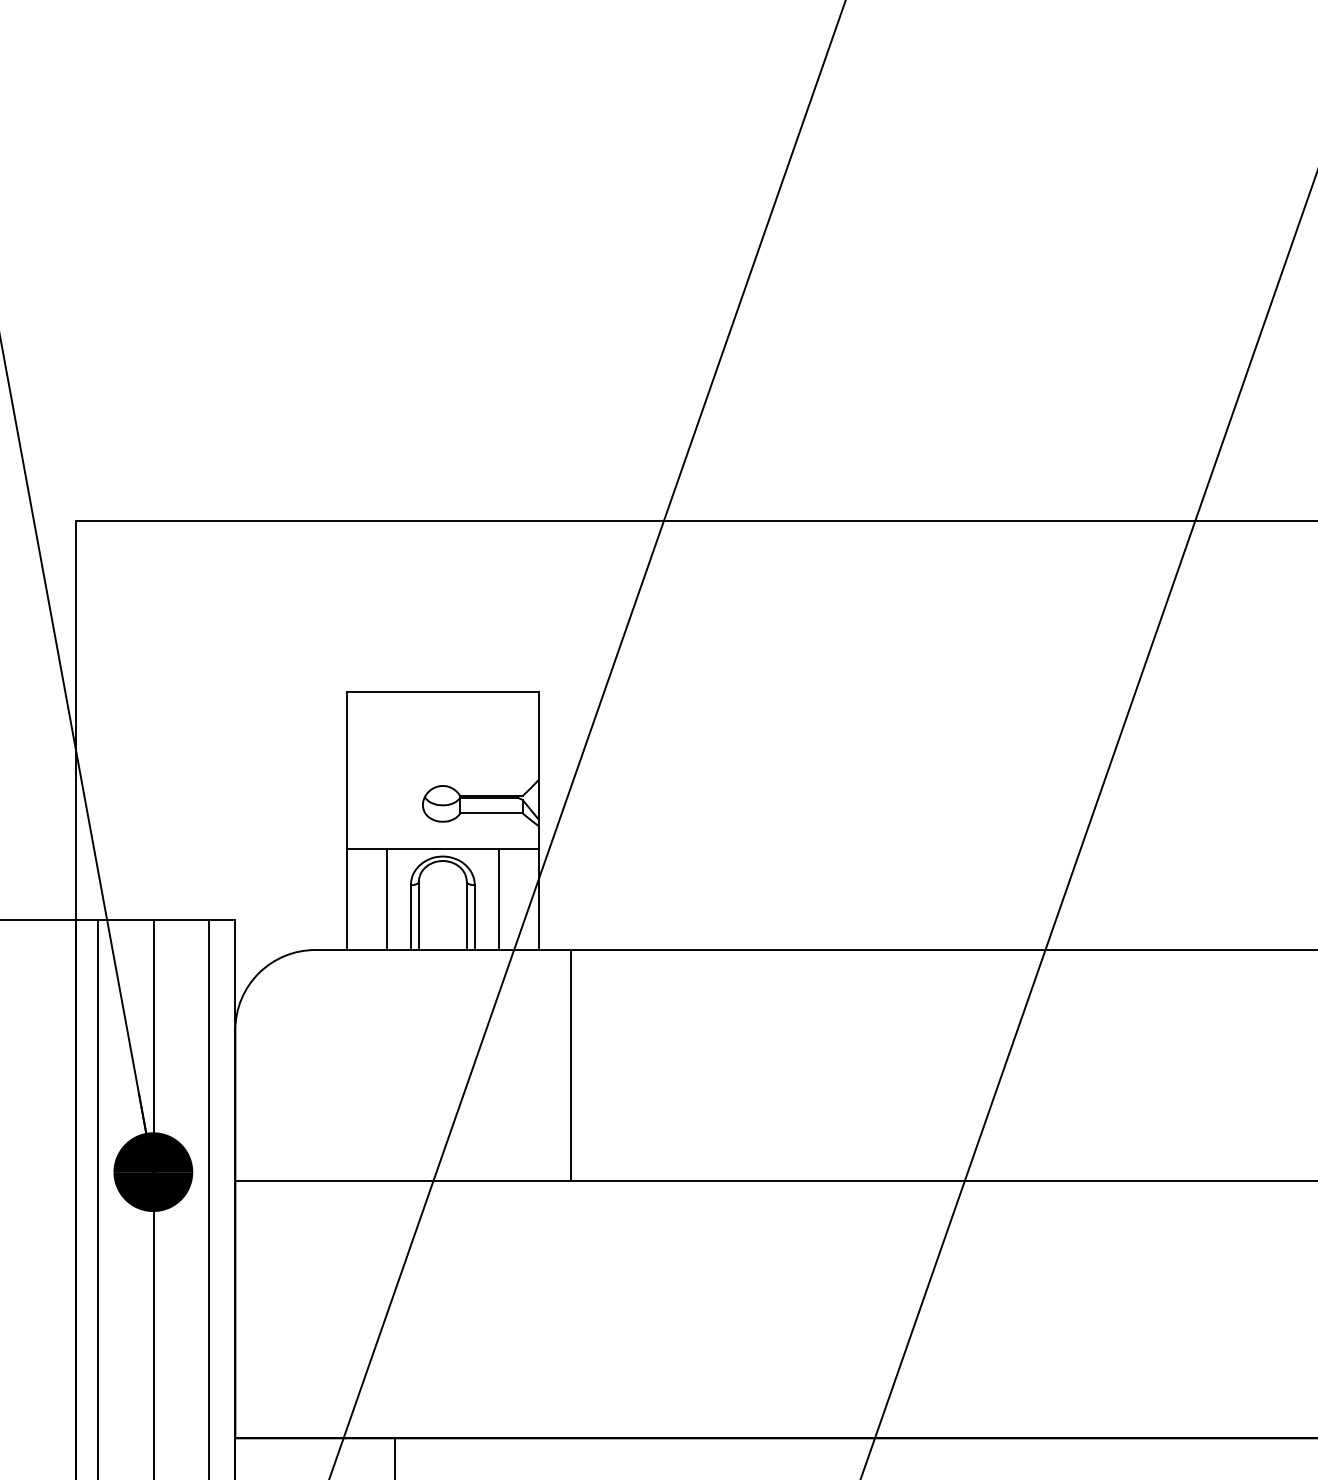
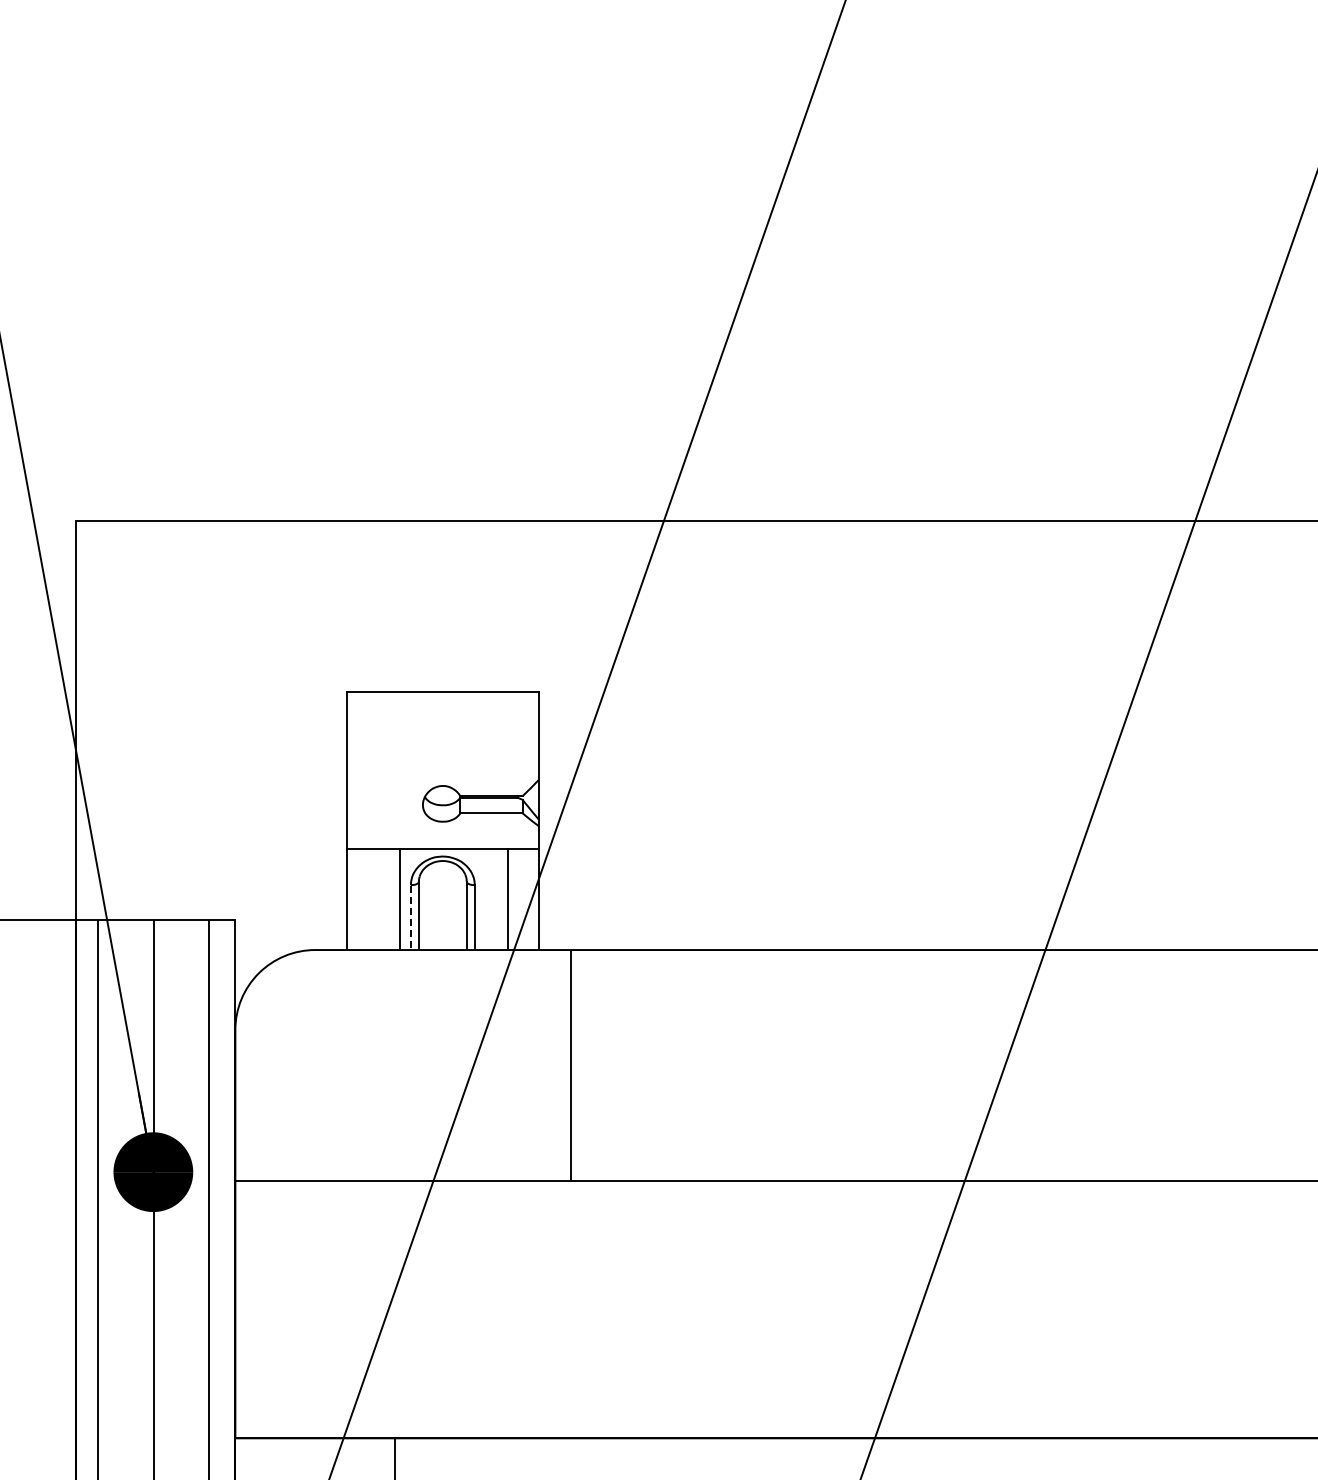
line at (386, 898) position: (386, 898) -> (399, 898)
line at (498, 898) position: (498, 898) -> (507, 898)
line at (410, 916): solid -> dashed
